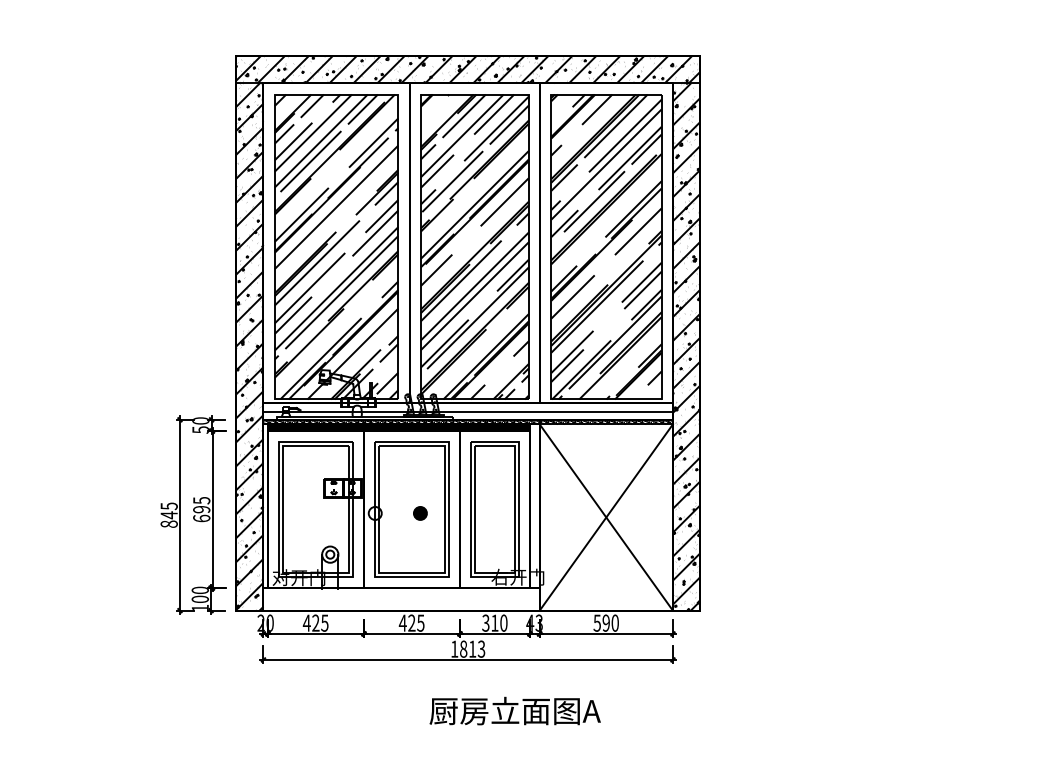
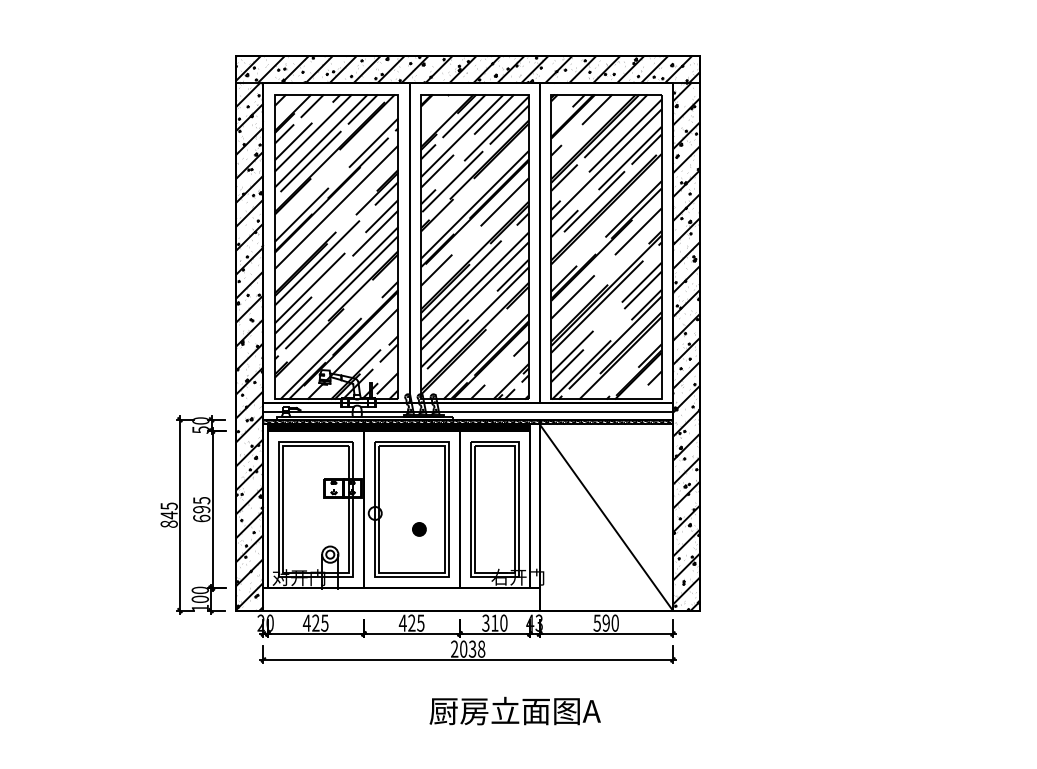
part at (420, 513) position: (420, 513) -> (419, 529)
line at (605, 517): present -> none
text at (468, 648): 1813 -> 2038
